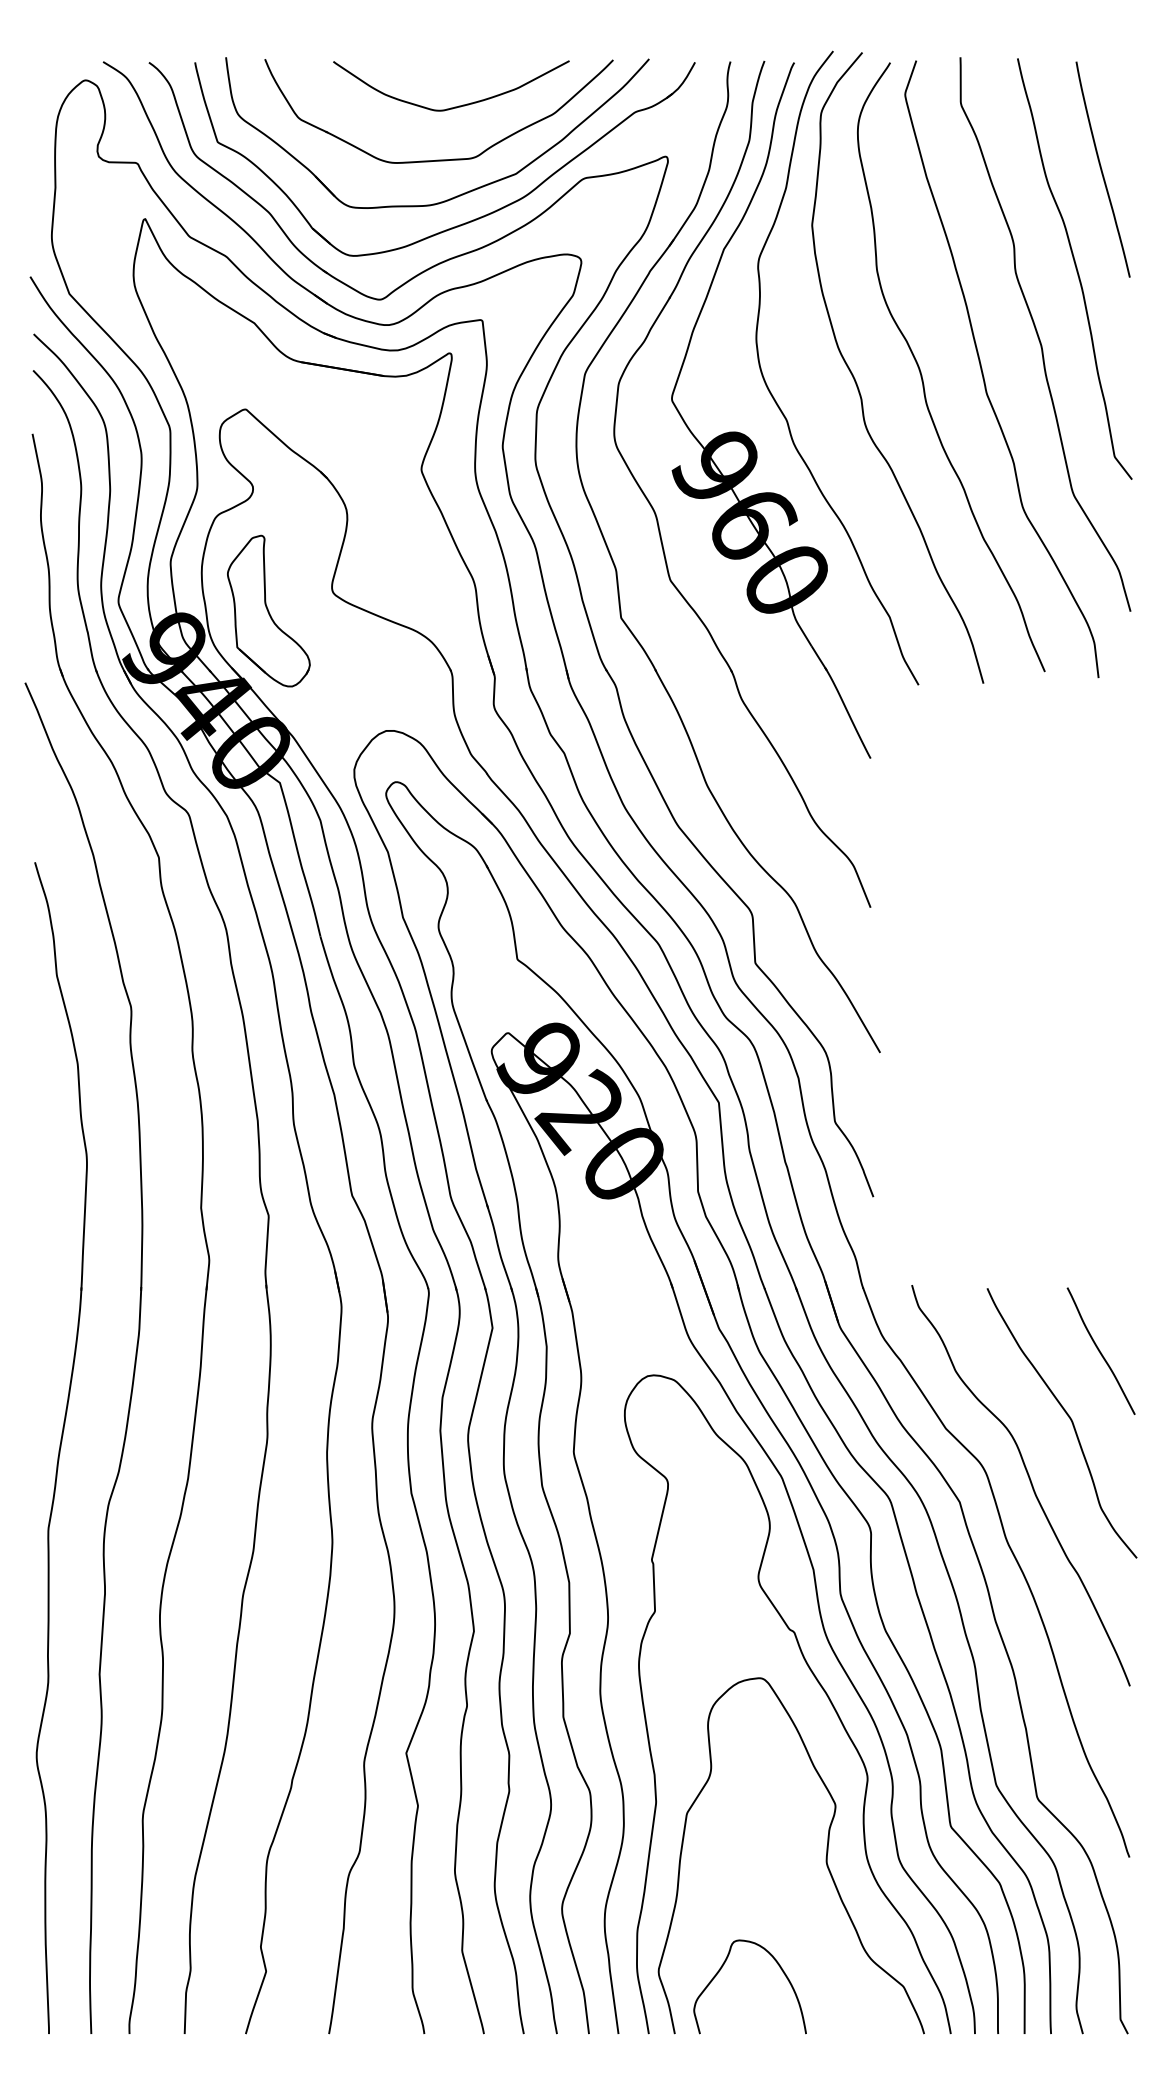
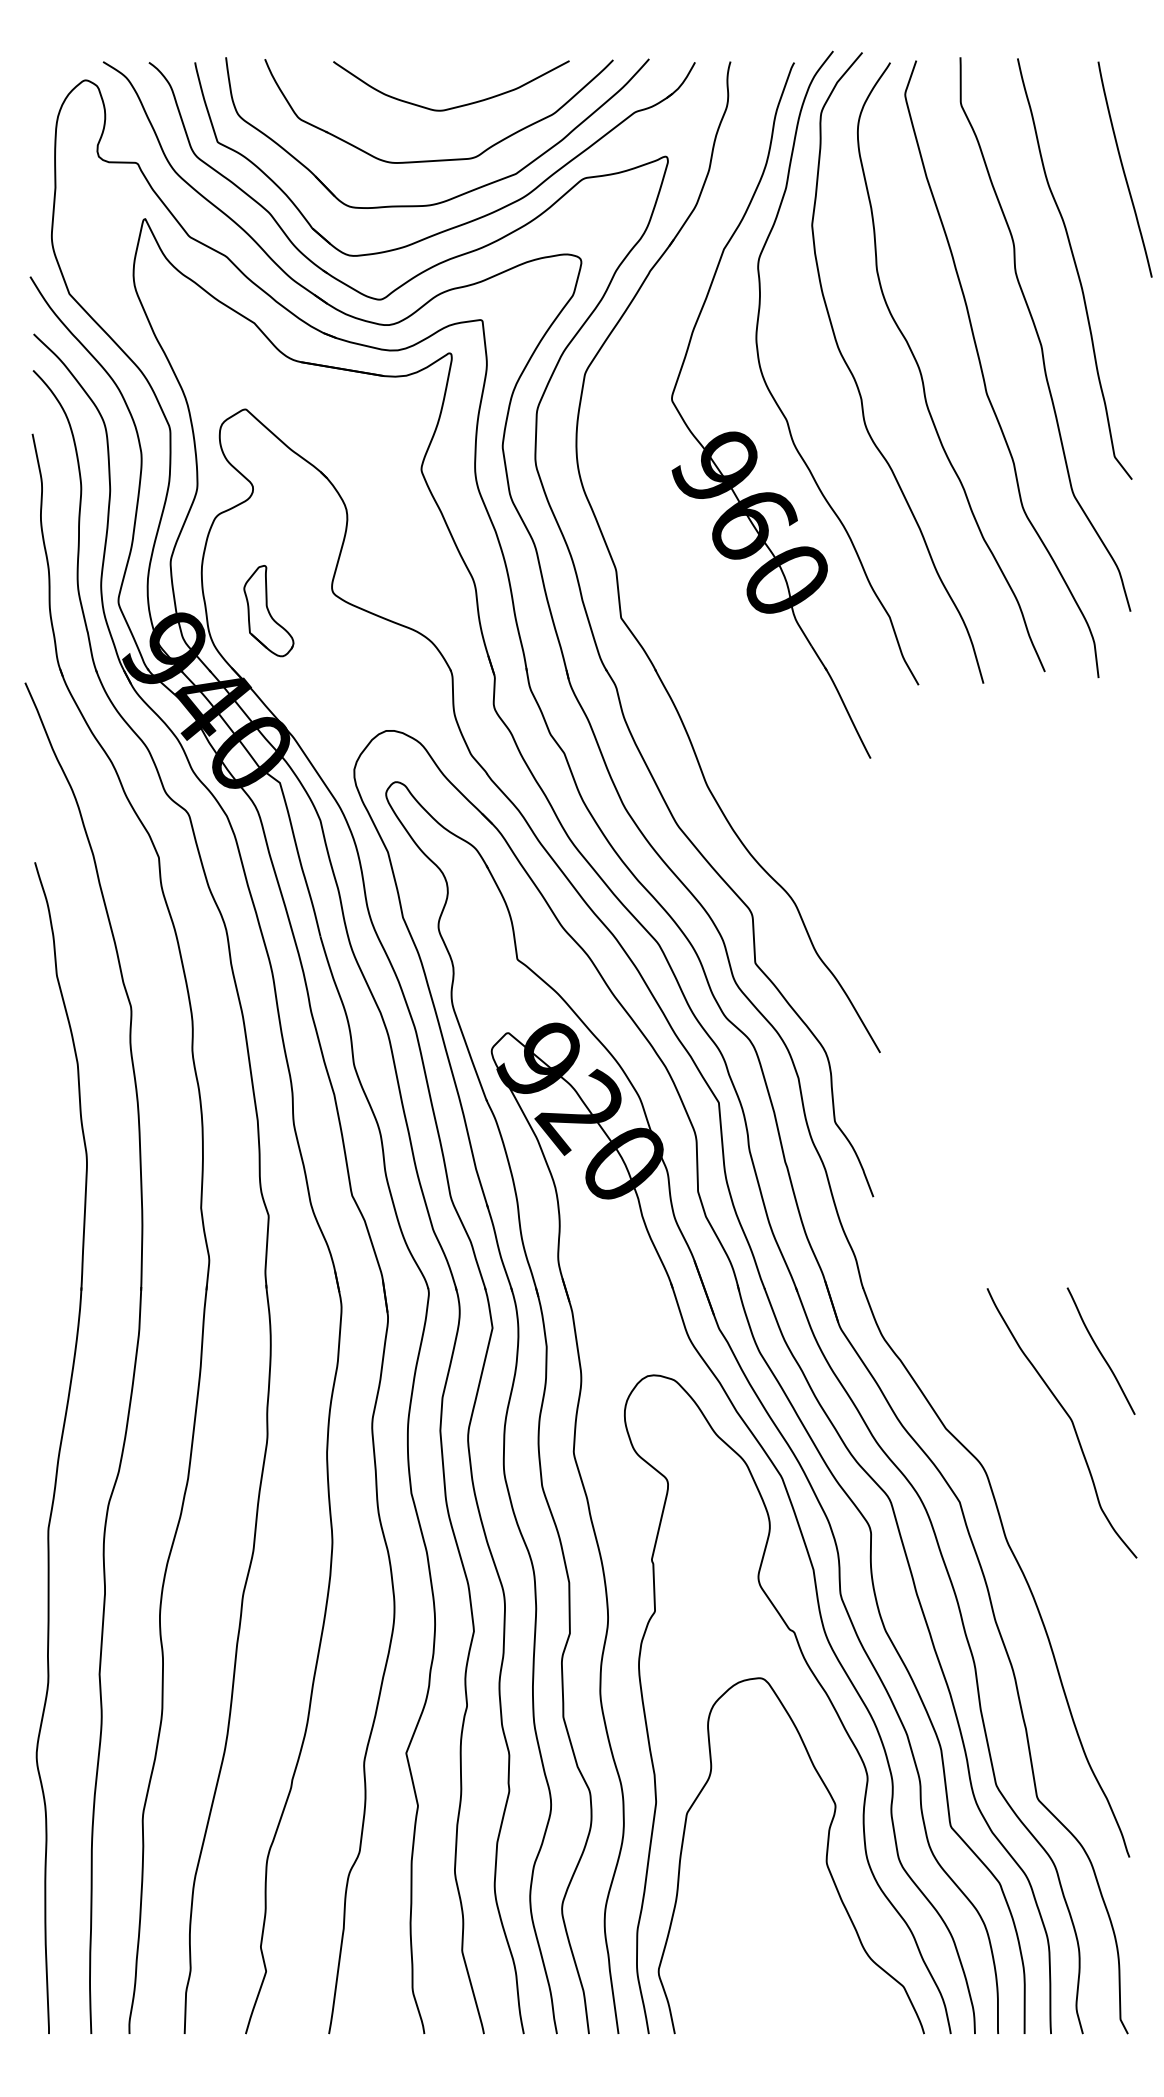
curve at (1102, 169) position: (1102, 169) -> (1124, 169)
part at (656, 513): present -> none
part at (268, 610) size: 84x154 px -> 52x93 px
curve at (1029, 1481): present -> none
curve at (721, 1969): present -> none
